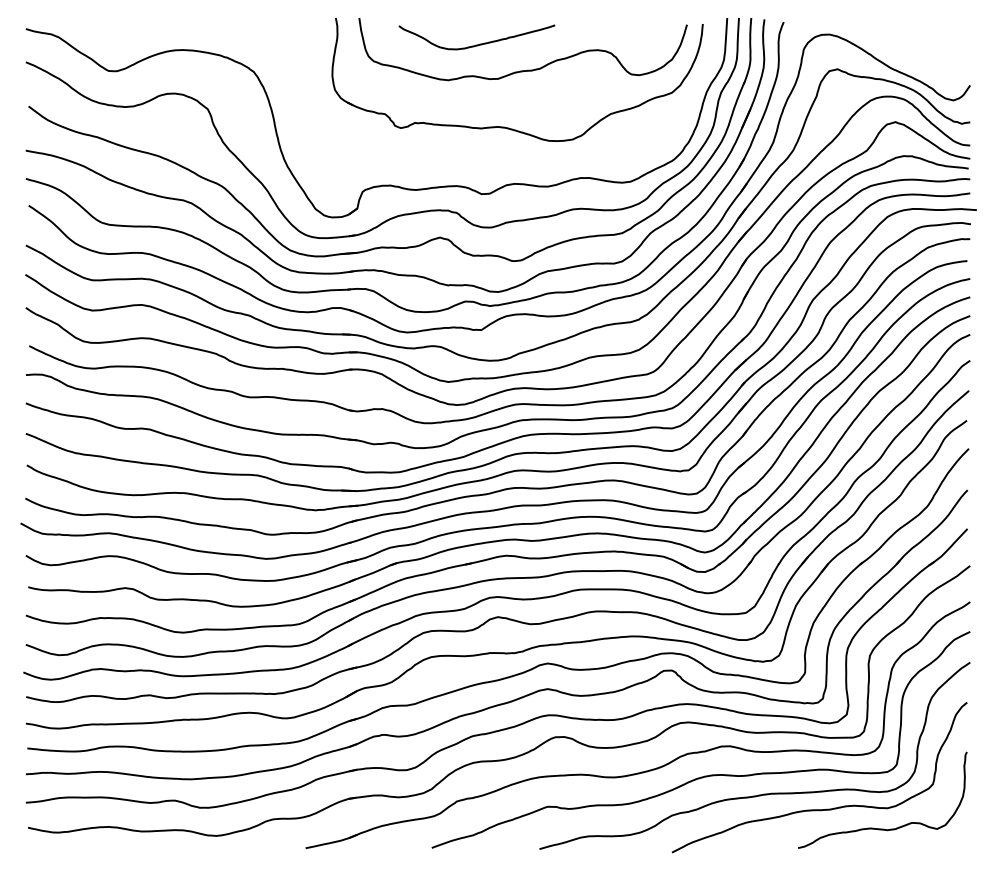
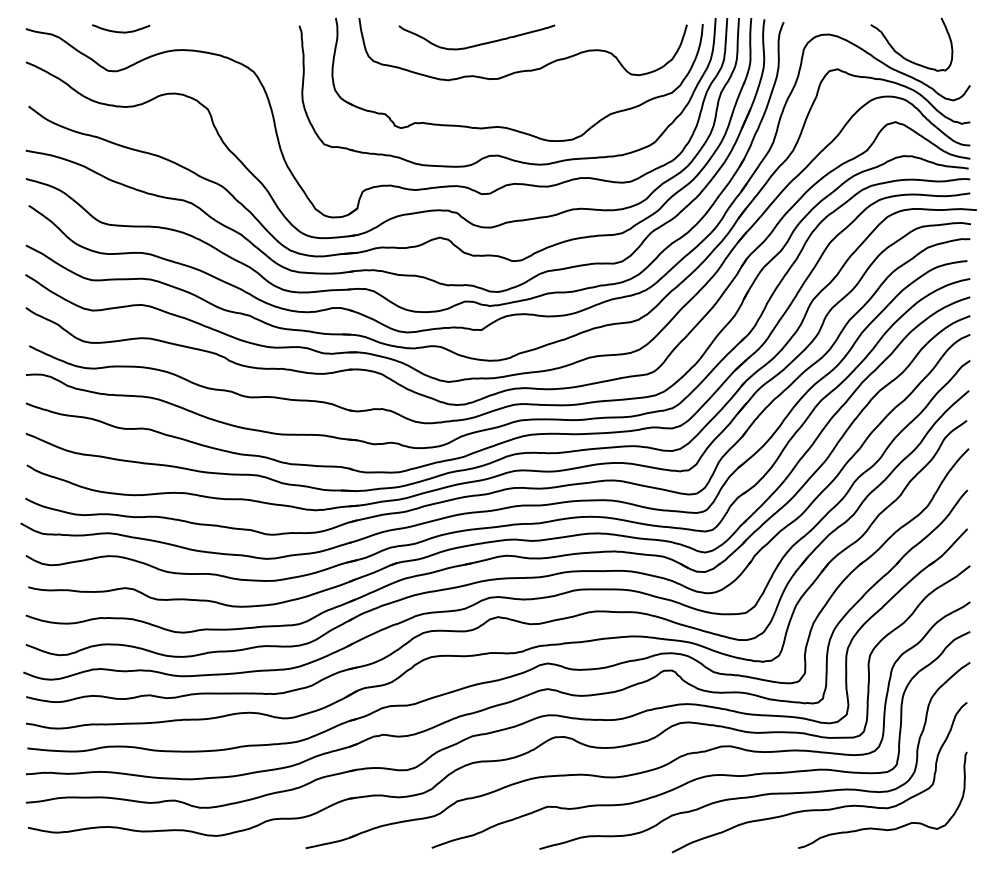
curve at (121, 31): none -> present
curve at (901, 54): none -> present
part at (498, 154): none -> present
